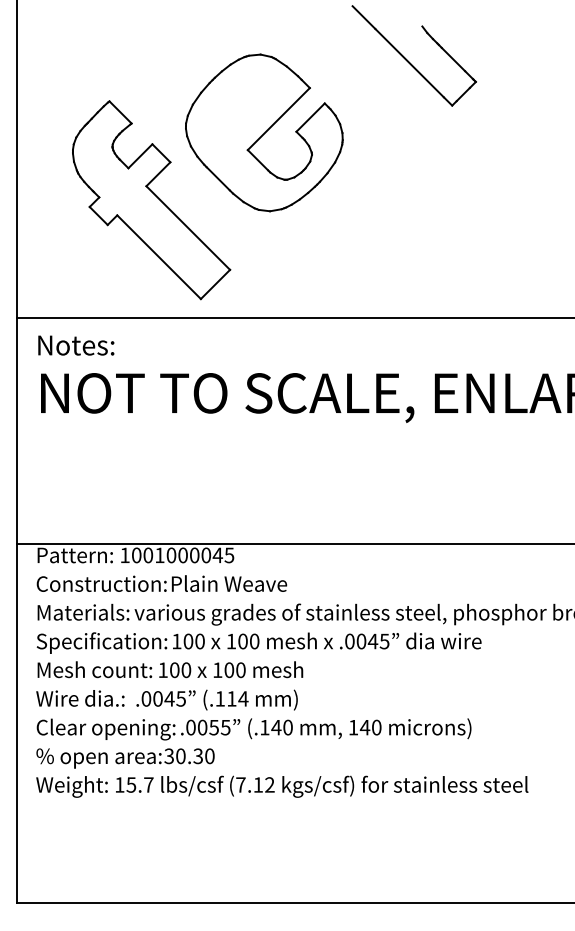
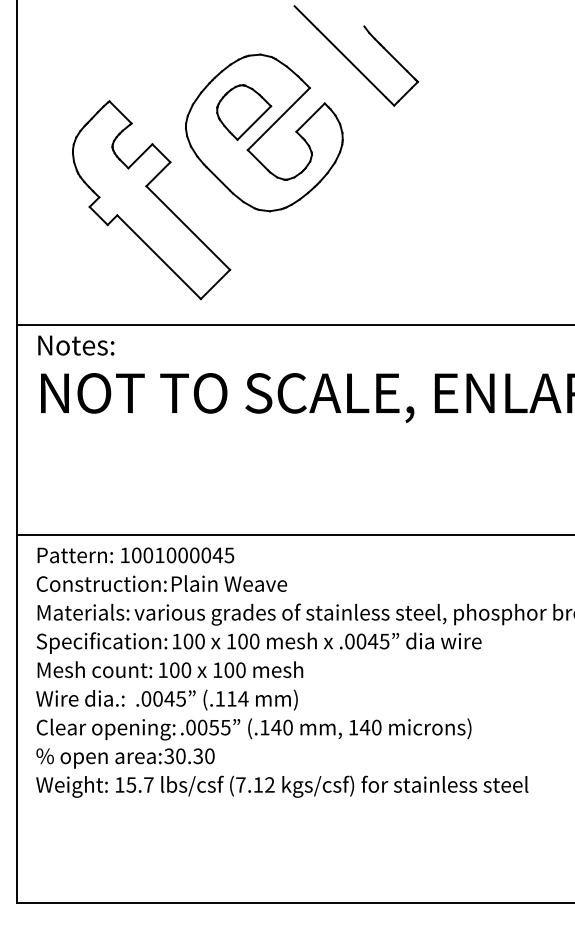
part at (408, 60) position: (408, 60) -> (350, 60)
part at (244, 112): none -> present
line at (294, 318) position: (294, 318) -> (294, 325)
line at (294, 544) position: (294, 544) -> (294, 535)
